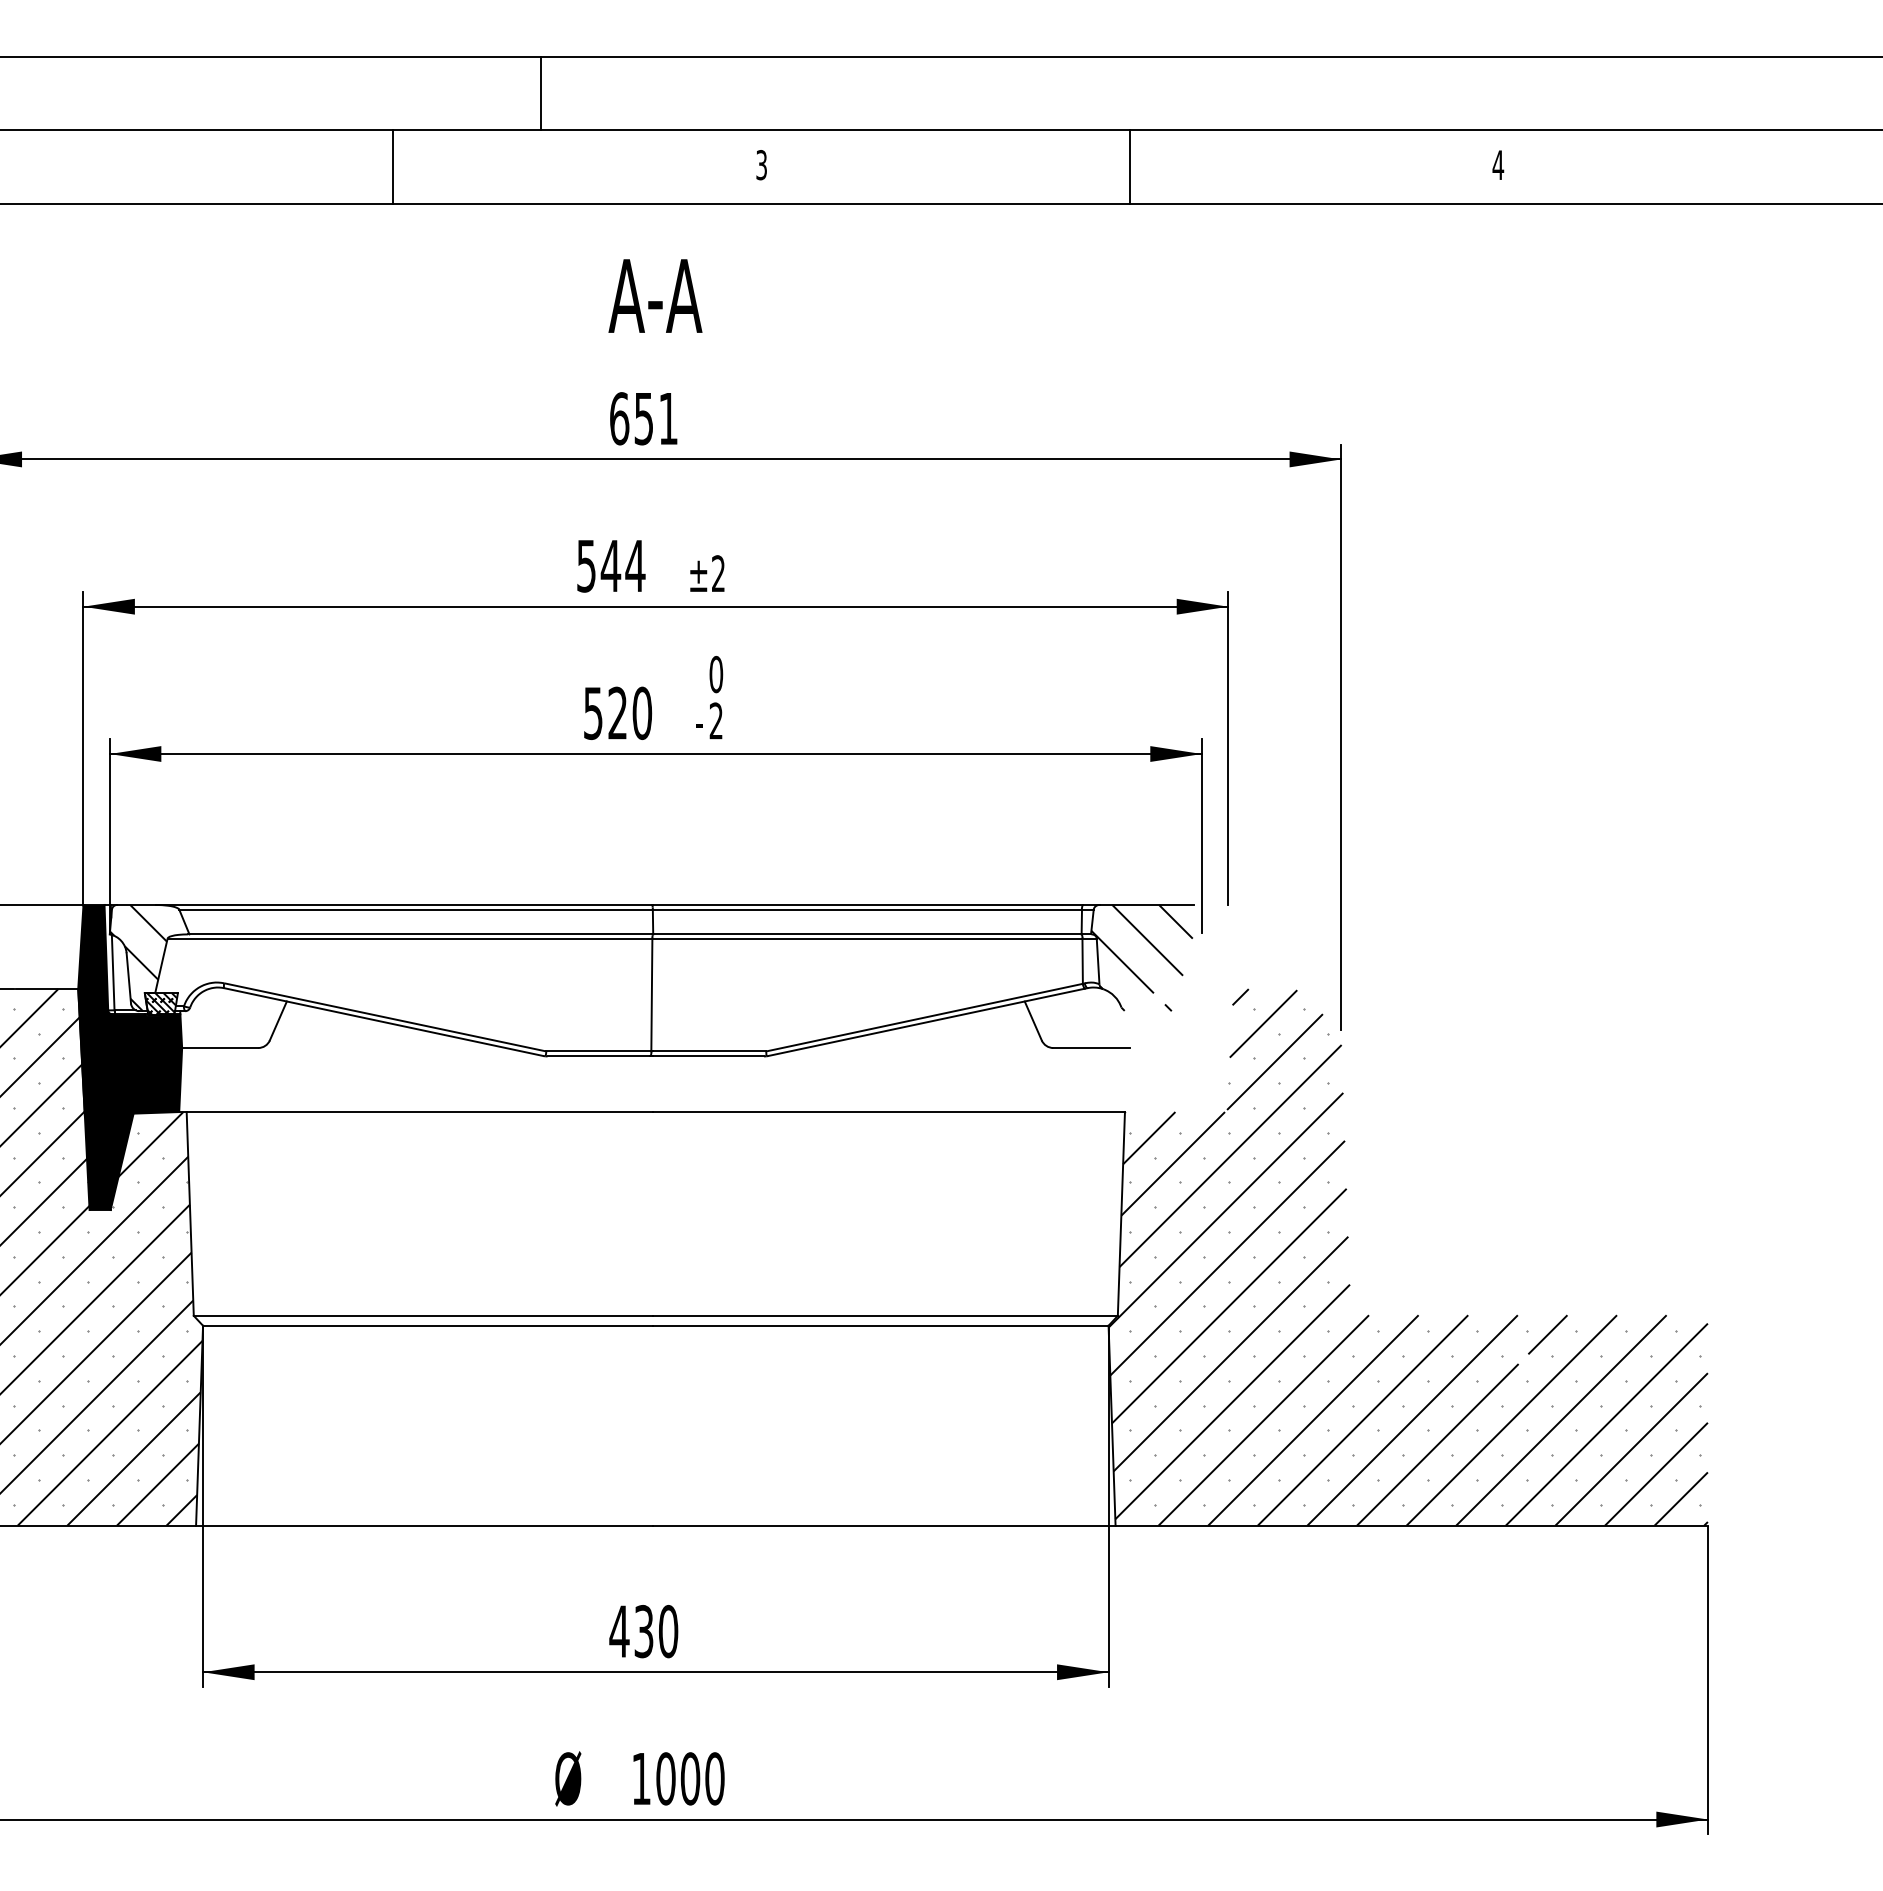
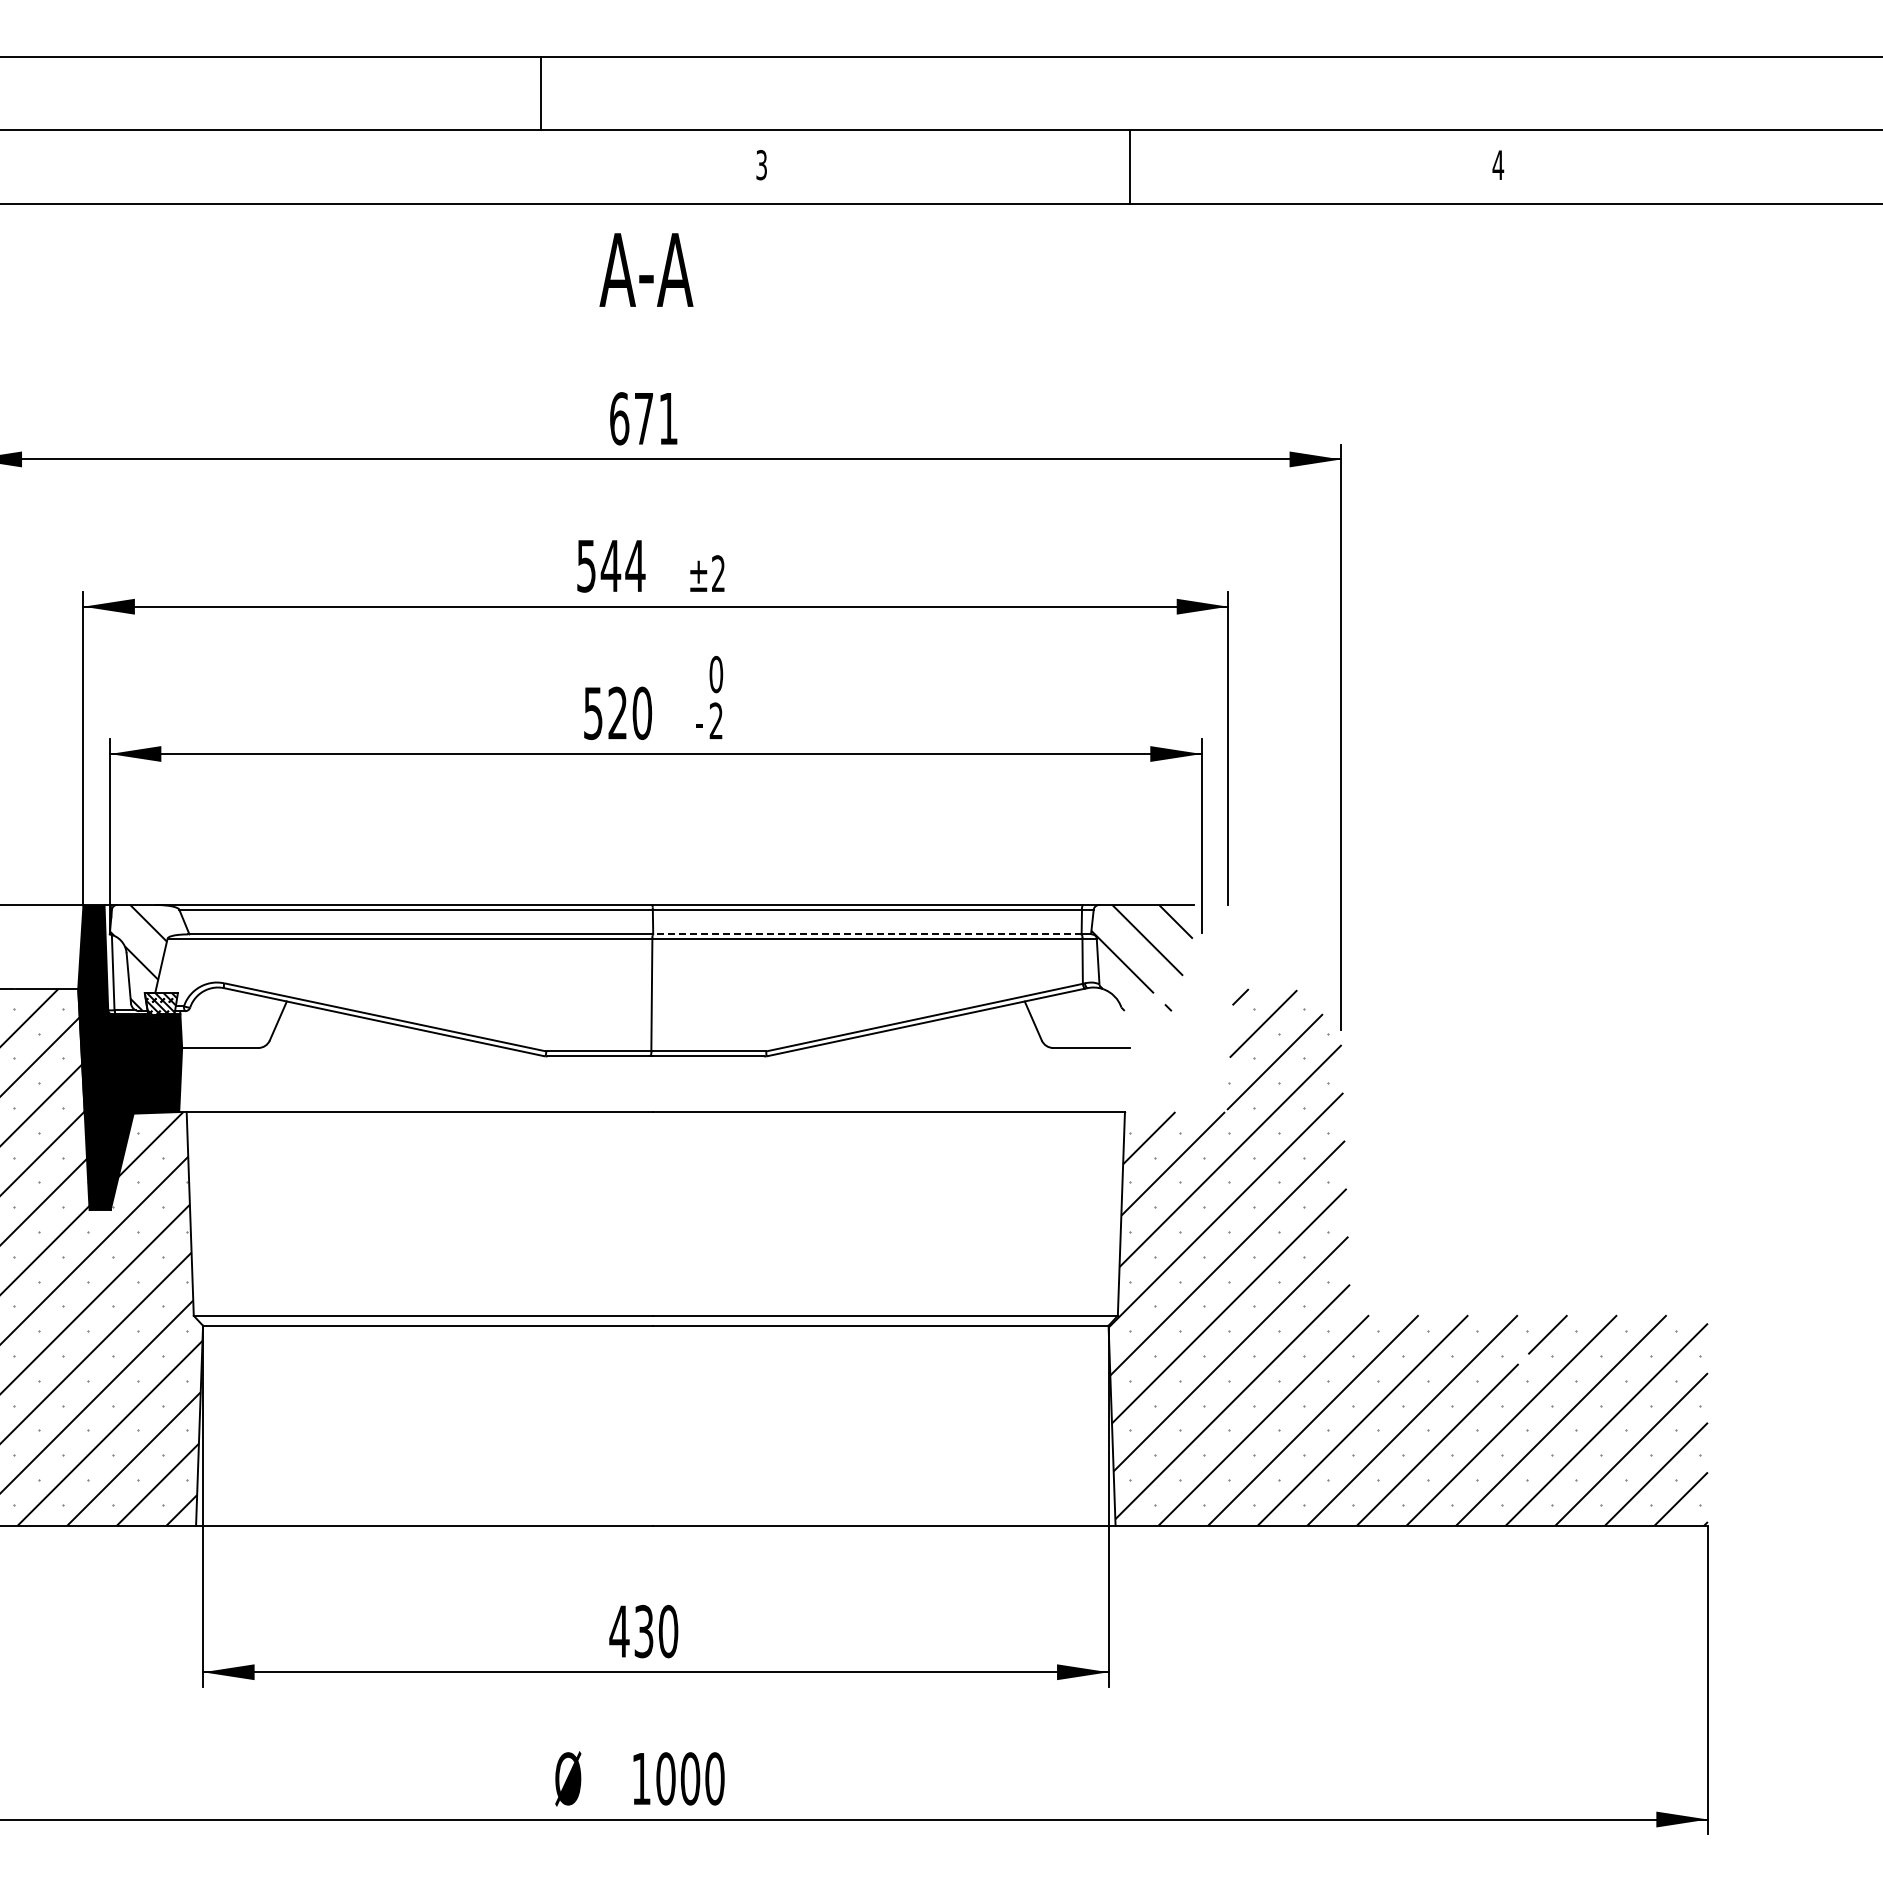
line at (393, 167): present -> none
text at (655, 295) position: (655, 295) -> (646, 269)
text at (643, 419): 651 -> 671
line at (866, 934): solid -> dashed
